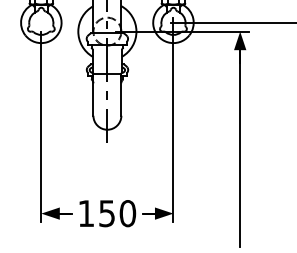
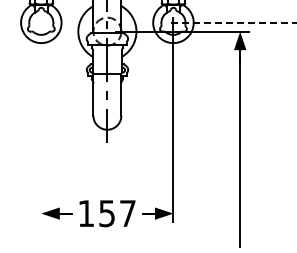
line at (233, 22): solid -> dashed
line at (41, 126): present -> none
text at (127, 213): 150 -> 157
